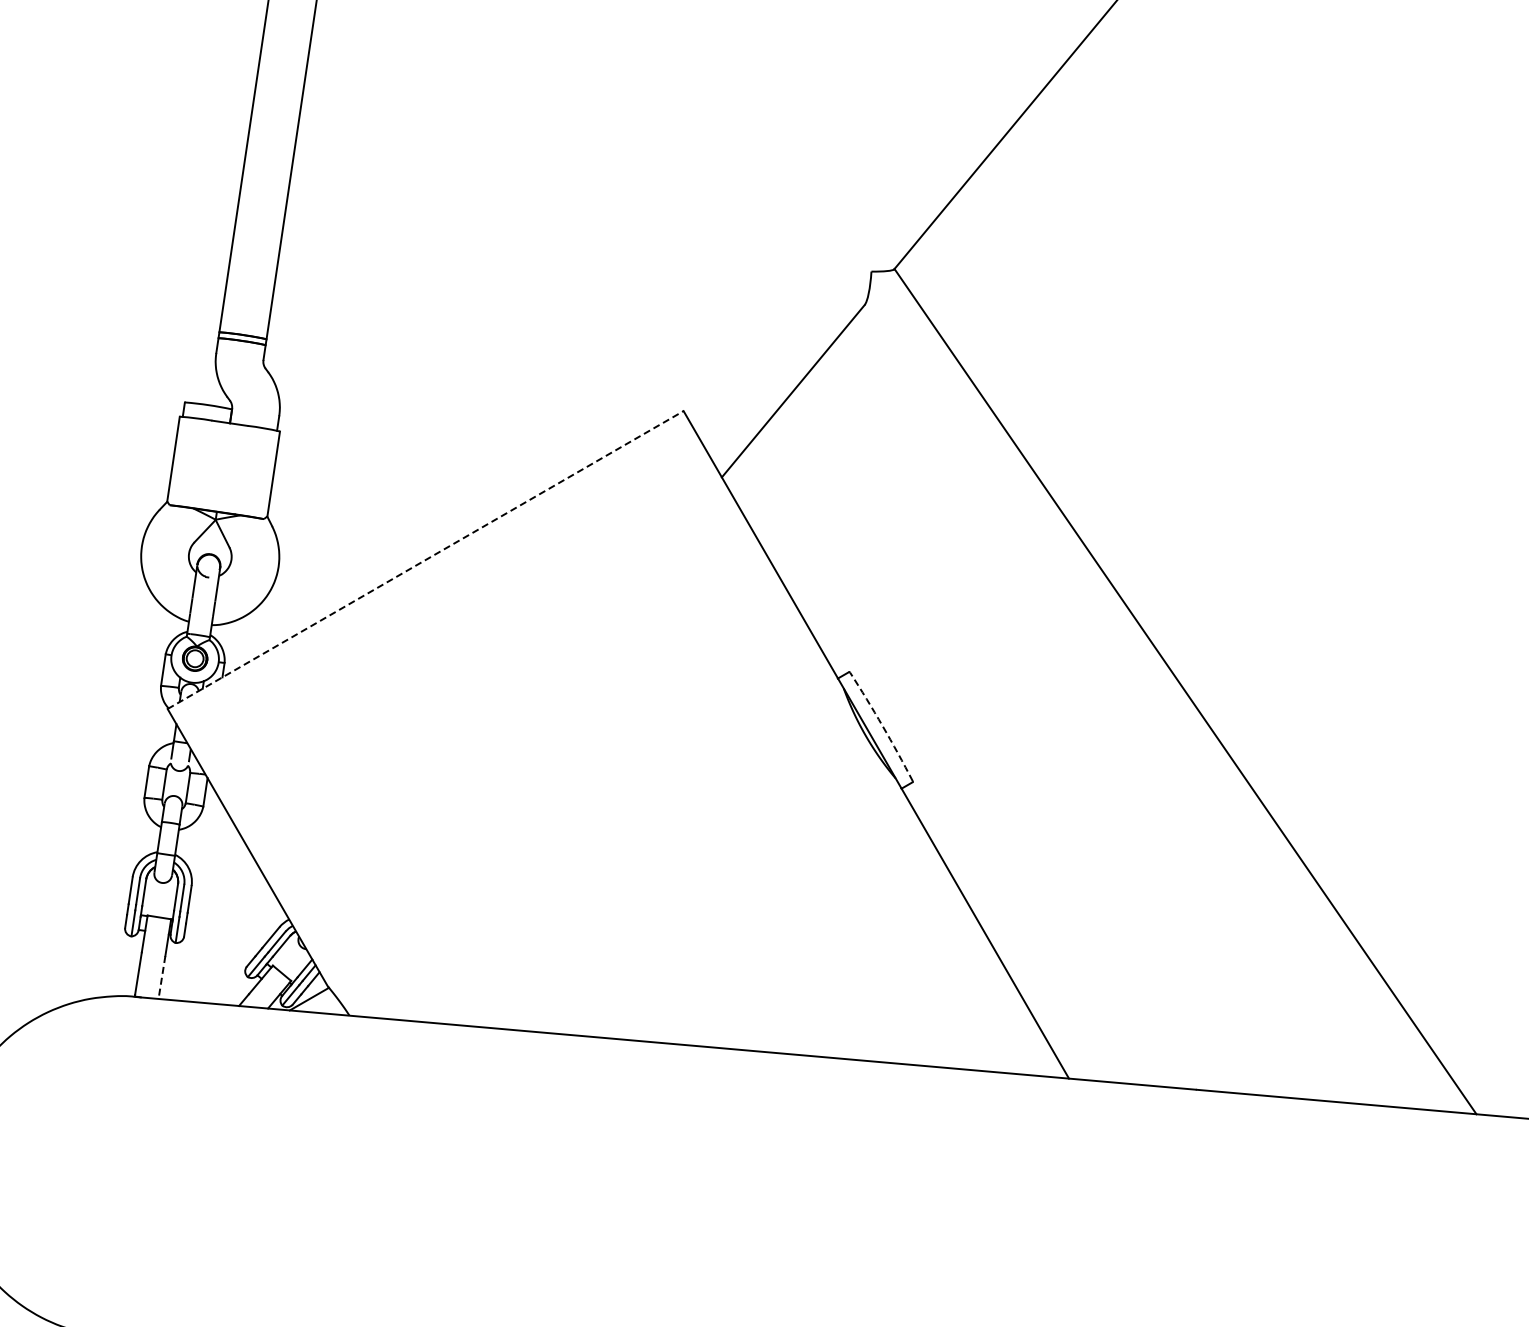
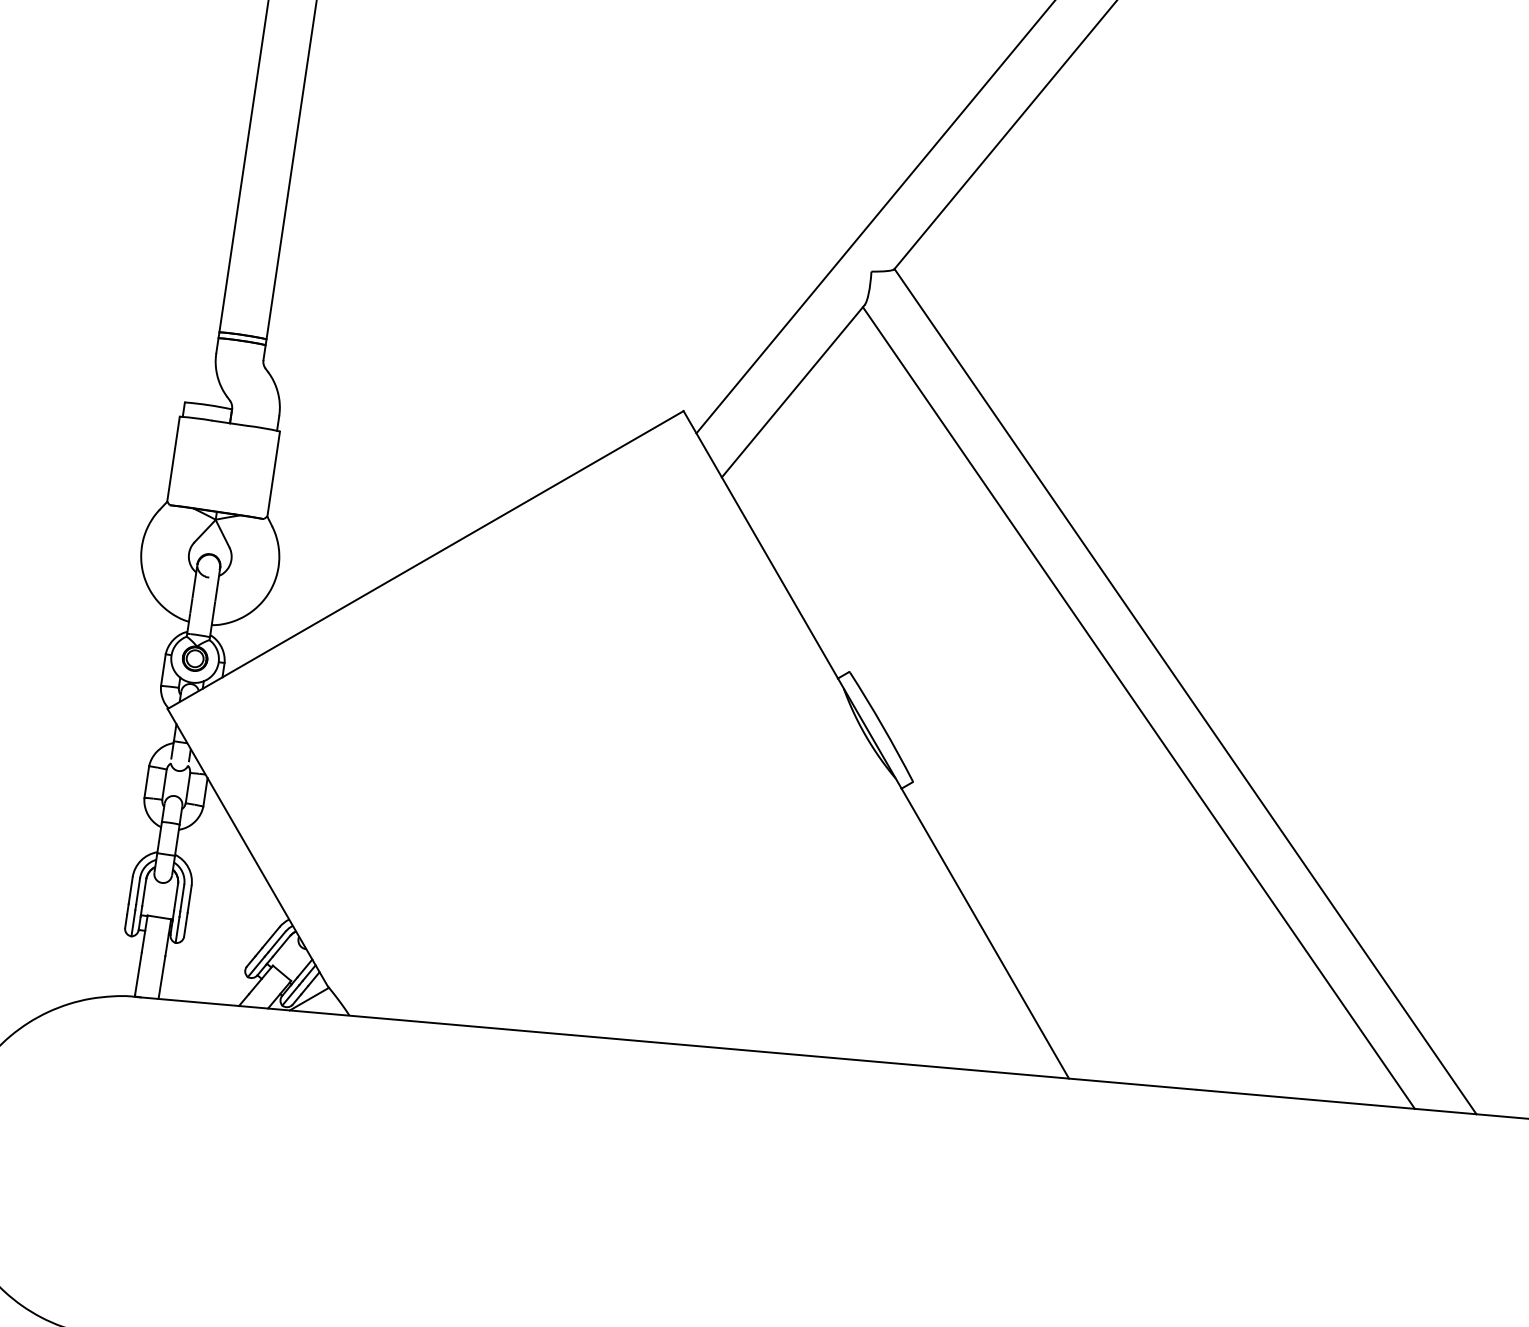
line at (874, 217): none -> present
line at (425, 560): dashed -> solid
line at (1138, 707): none -> present
arc at (882, 726): dashed -> solid
line at (161, 977): dashed -> solid
